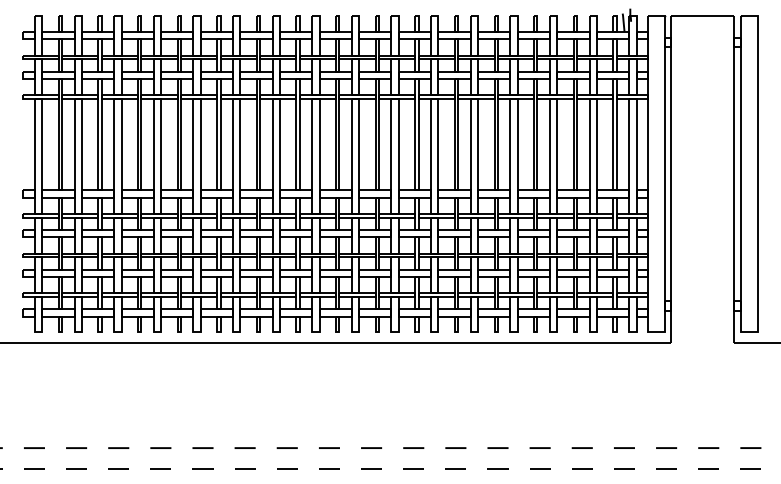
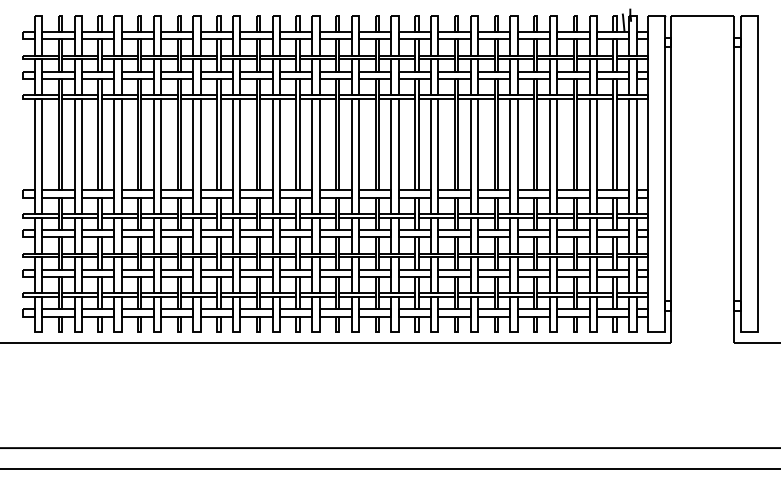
line at (390, 448): dashed -> solid
line at (390, 469): dashed -> solid
